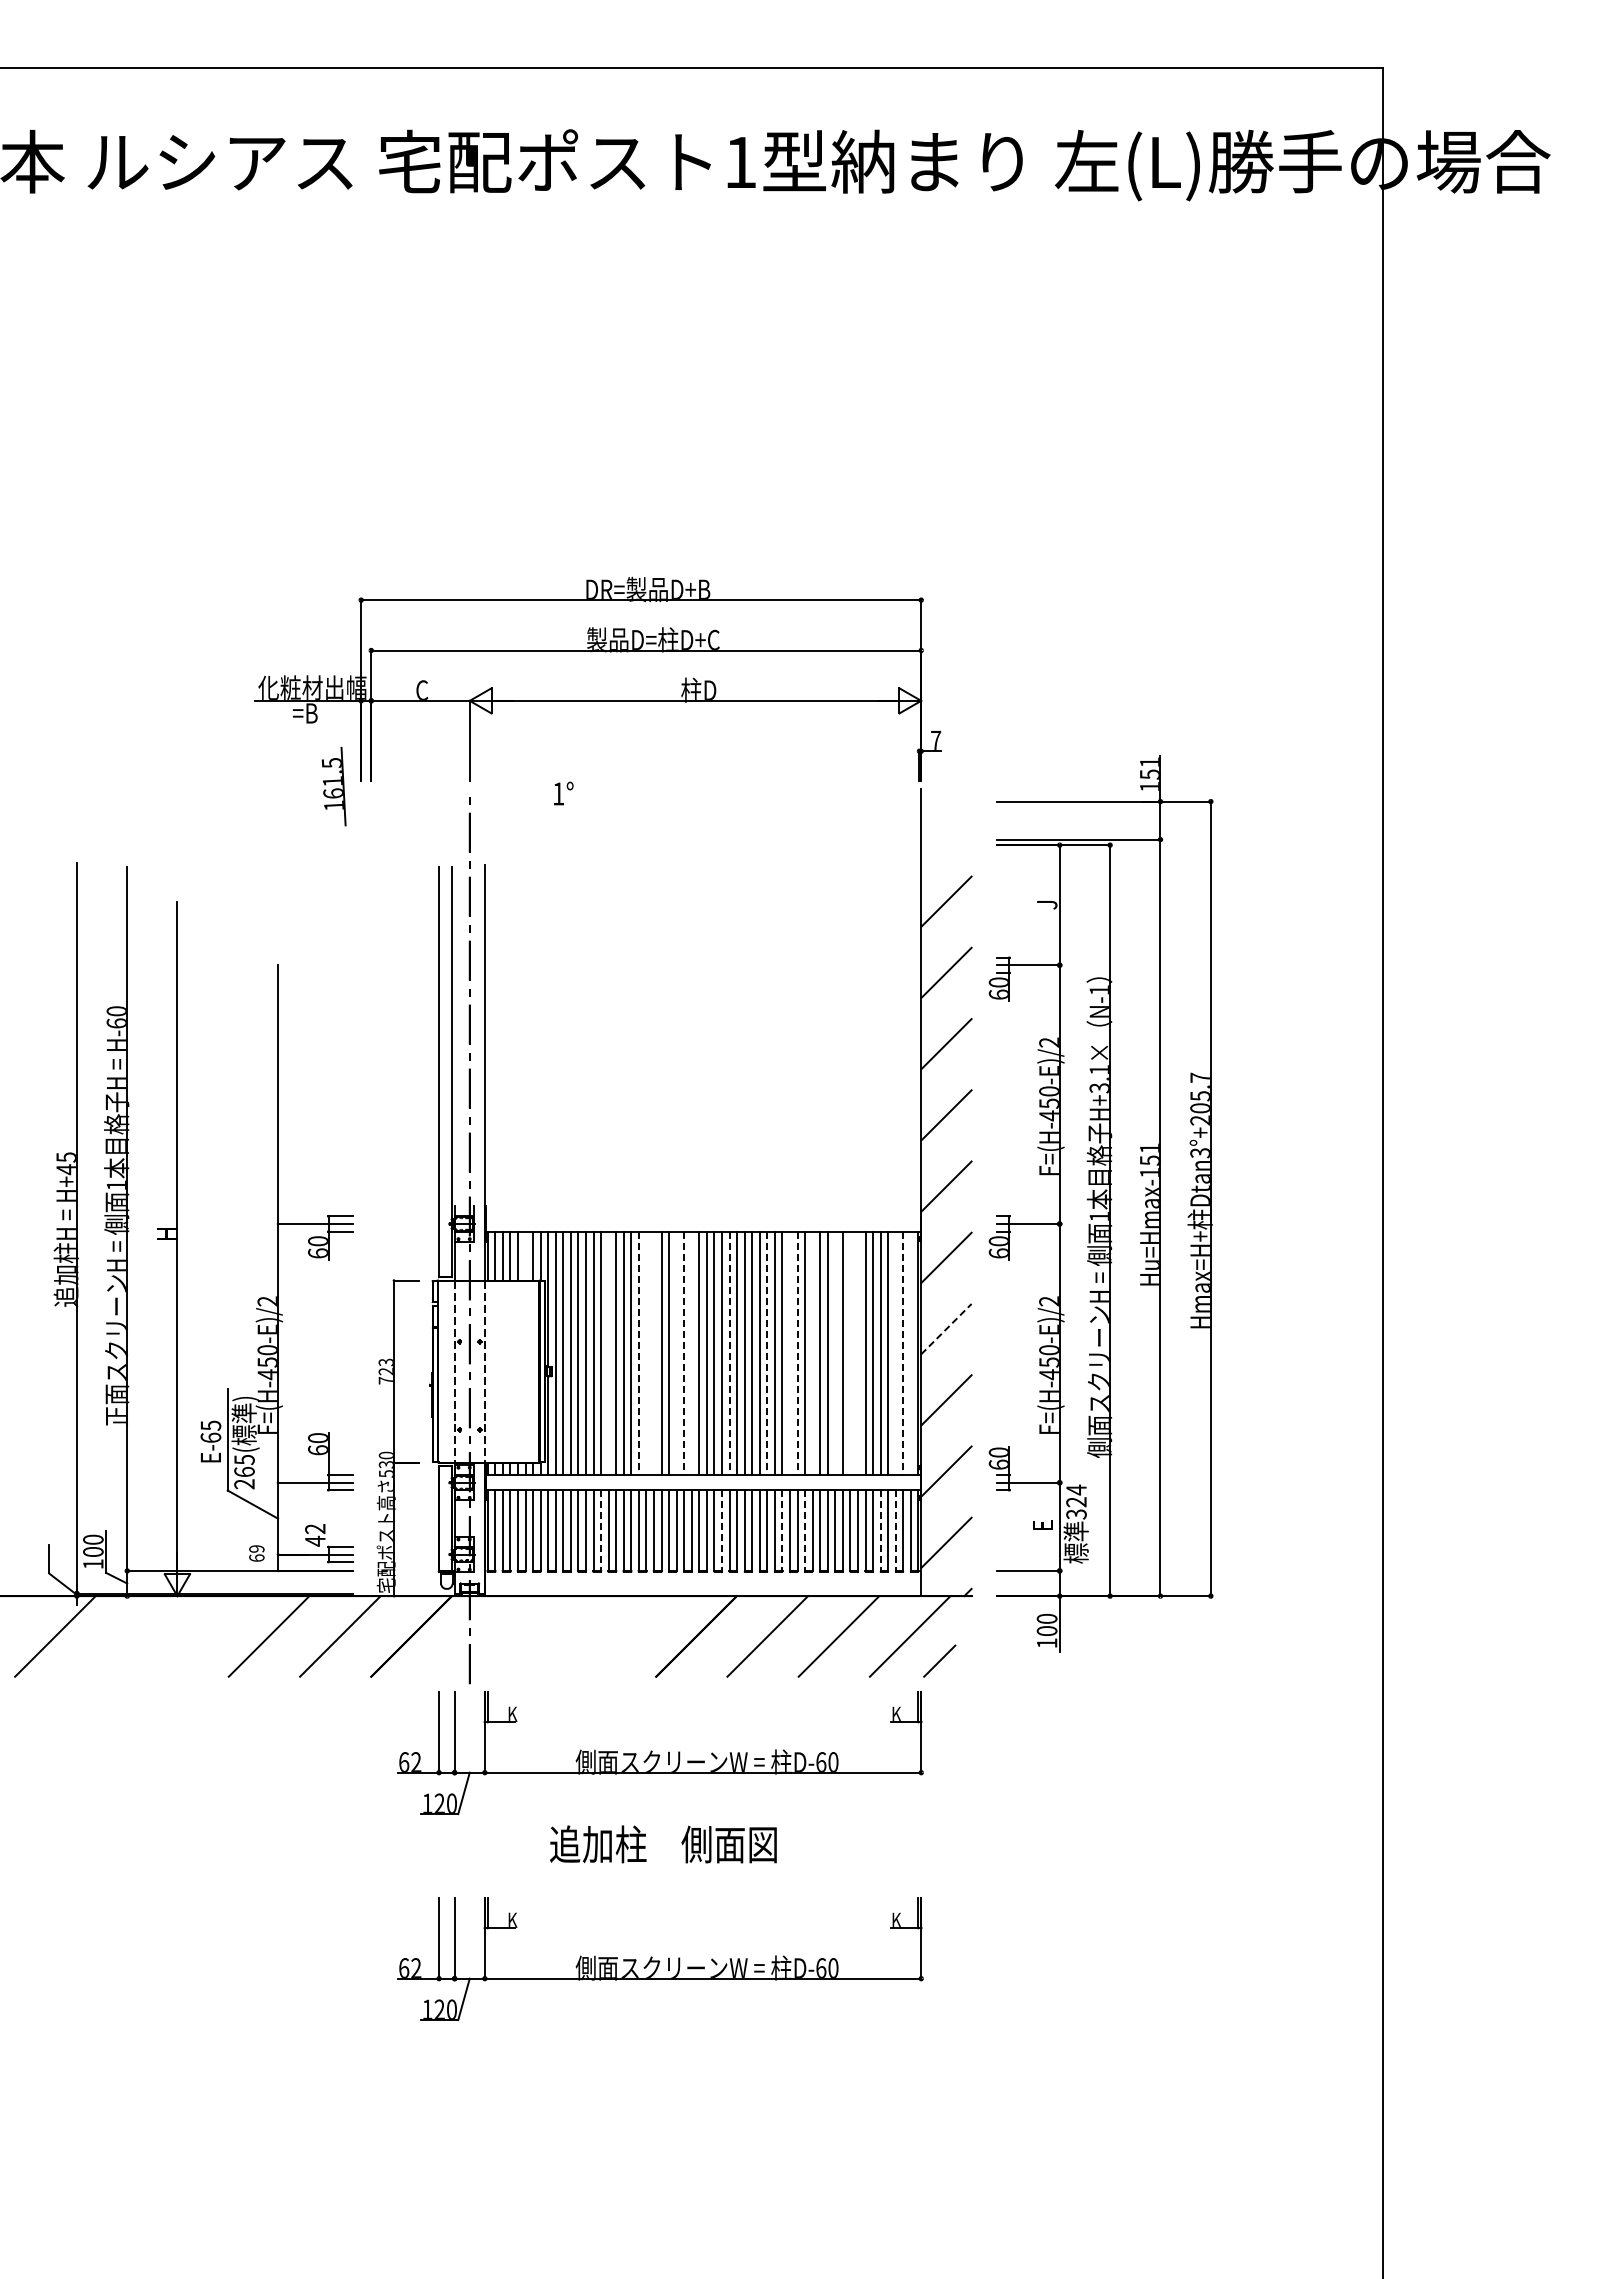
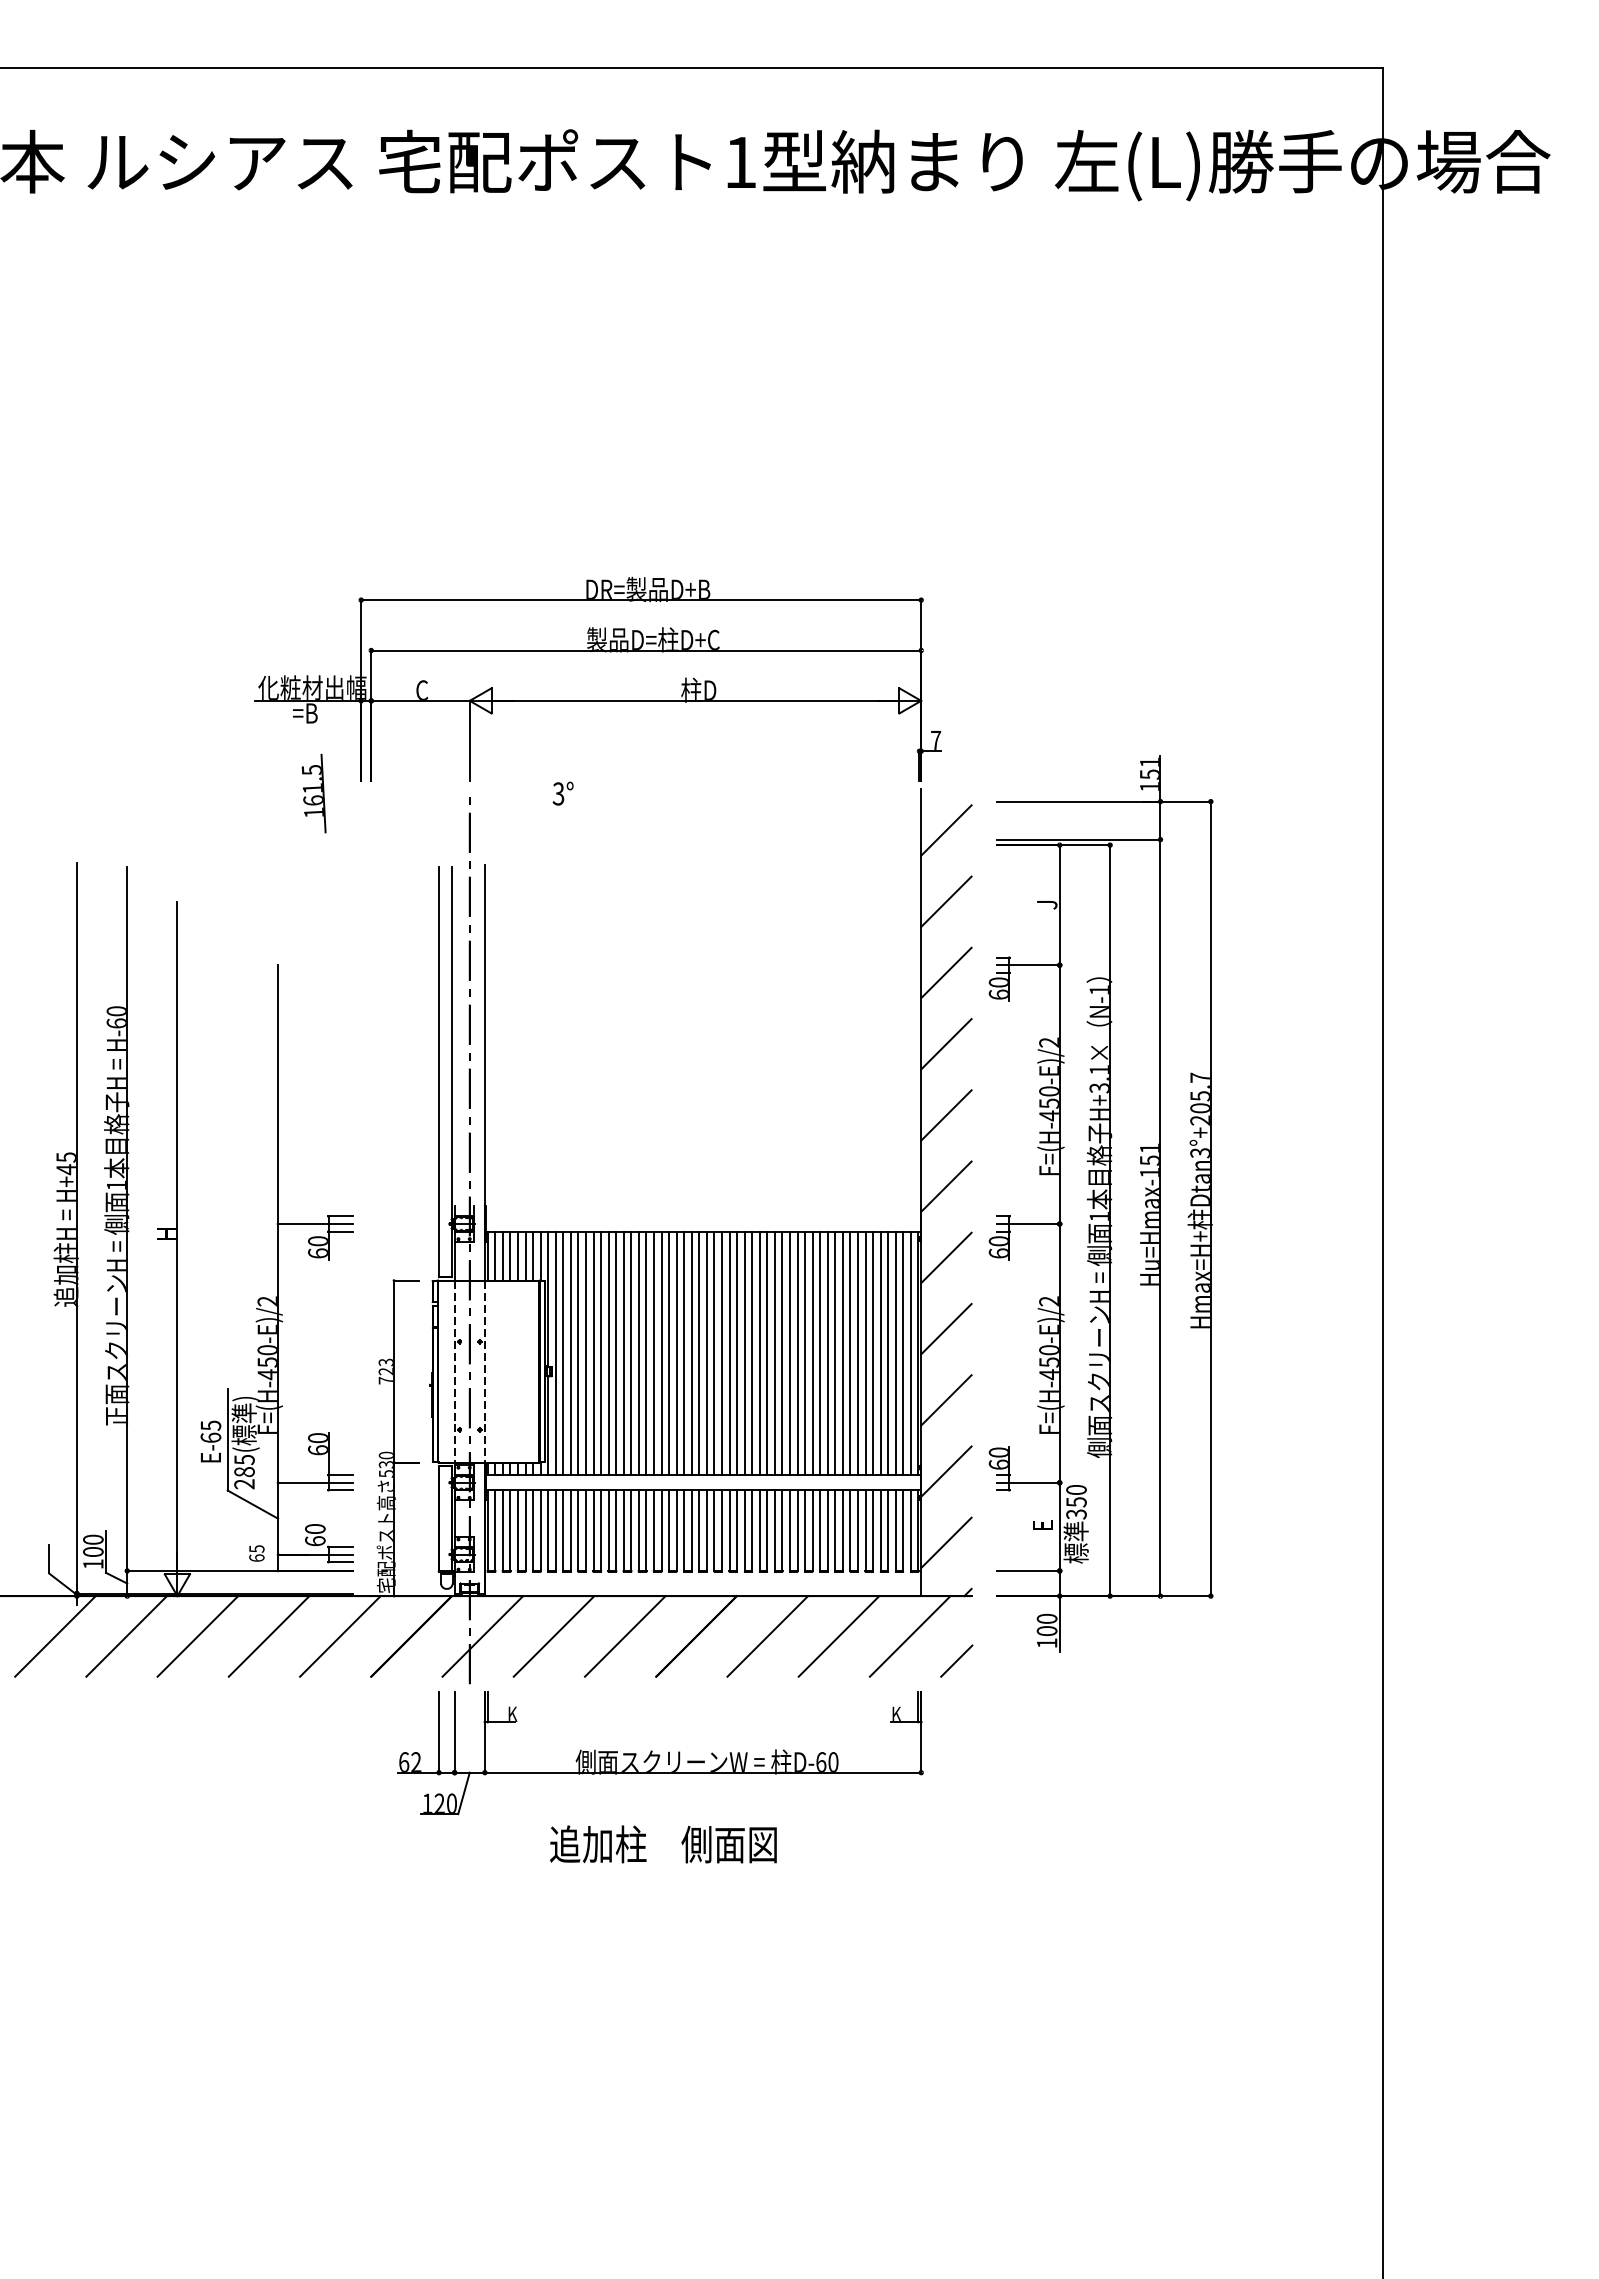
part at (333, 786) position: (333, 786) -> (313, 793)
text at (558, 793): 1° -> 3°
line at (946, 830): none -> present
line at (525, 1255): none -> present
line at (946, 1329): dashed -> solid
line at (608, 1353): none -> present
line at (638, 1353): dashed -> solid
line at (646, 1353): none -> present
line at (653, 1353): none -> present
line at (676, 1353): none -> present
line at (684, 1353): dashed -> solid
line at (691, 1353): none -> present
line at (729, 1353): dashed -> solid
line at (767, 1353): dashed -> solid
line at (789, 1353): none -> present
line at (797, 1353): dashed -> solid
line at (812, 1353): none -> present
line at (835, 1353): none -> present
line at (850, 1353): none -> present
line at (857, 1353): none -> present
line at (895, 1353): none -> present
line at (903, 1353): dashed -> solid
line at (910, 1353): none -> present
text at (244, 1472): 265( -> 285(
text at (1076, 1495): 324 -> 350
line at (601, 1531): dashed -> solid
line at (721, 1531): dashed -> solid
line at (782, 1531): dashed -> solid
line at (805, 1531): dashed -> solid
line at (880, 1531): dashed -> solid
line at (895, 1531): dashed -> solid
text at (315, 1535): 42 -> 60
text at (256, 1548): 69 -> 65
line at (126, 1636): none -> present
line at (197, 1636): none -> present
line at (482, 1636): none -> present
line at (553, 1636): none -> present
line at (624, 1636): none -> present
line at (939, 1660) position: (939, 1660) -> (956, 1660)
part at (660, 1959): present -> none
